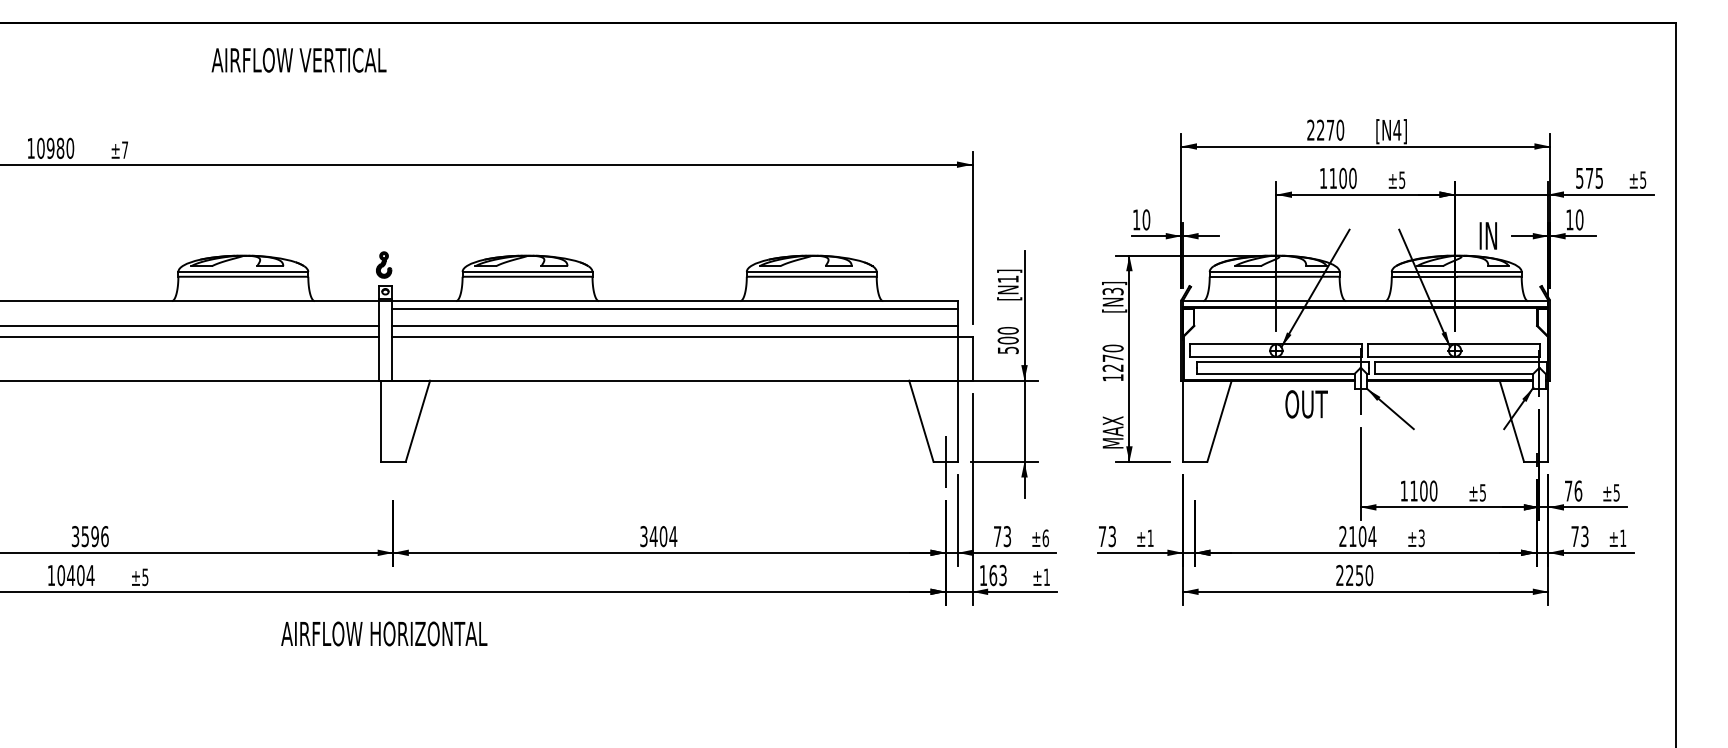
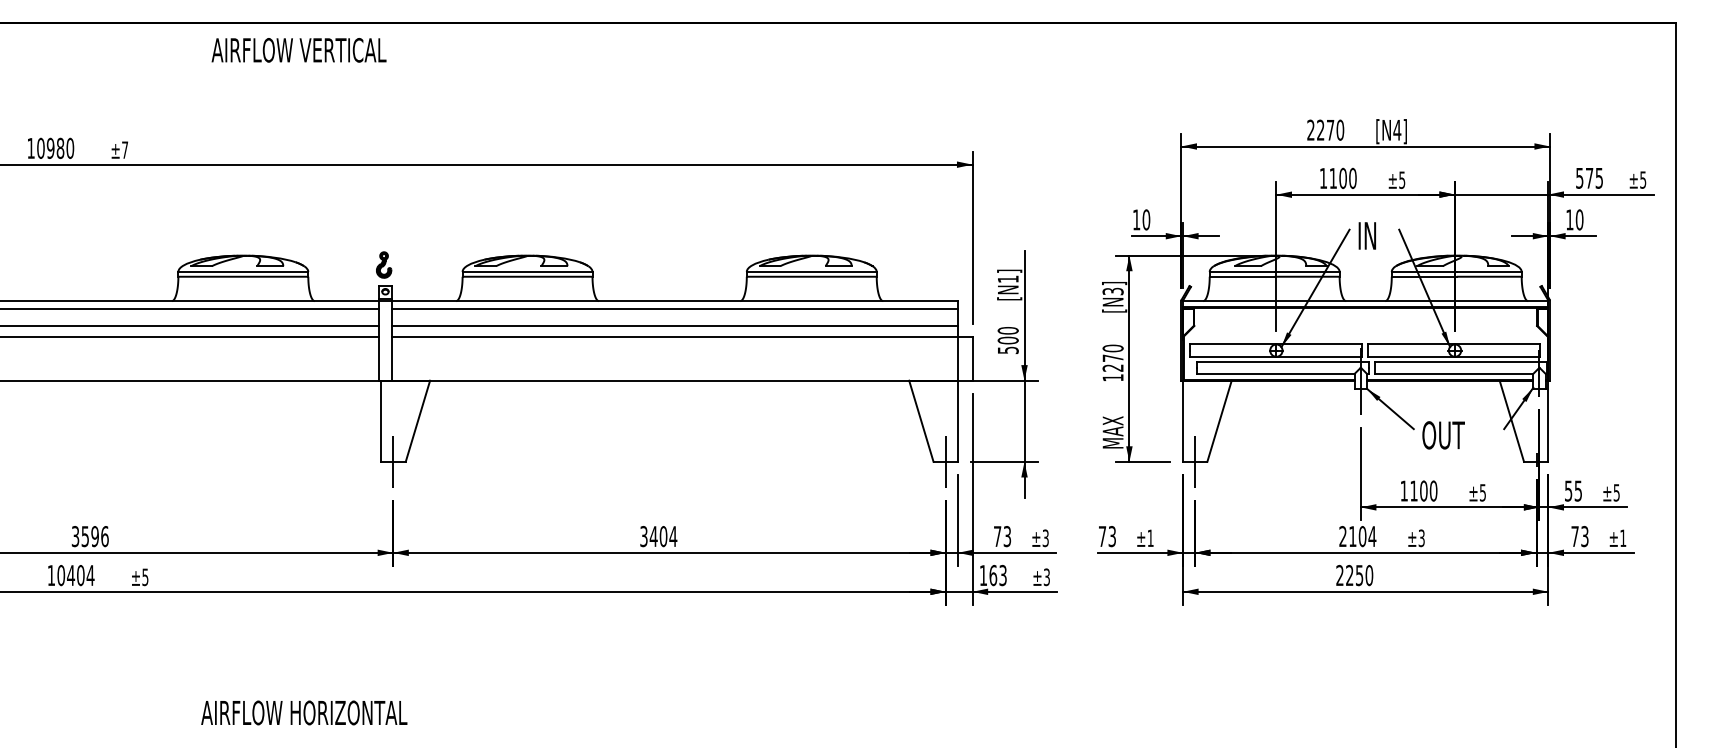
text at (298, 60) position: (298, 60) -> (298, 50)
text at (1487, 235) position: (1487, 235) -> (1366, 235)
line at (190, 309): none -> present
text at (1306, 404) position: (1306, 404) -> (1443, 435)
line at (393, 461): none -> present
line at (1194, 461): none -> present
text at (1573, 490): 76 -> 55
text at (1045, 538): ±6 -> ±3
text at (1046, 577): ±1 -> ±3
text at (384, 633) position: (384, 633) -> (304, 712)
